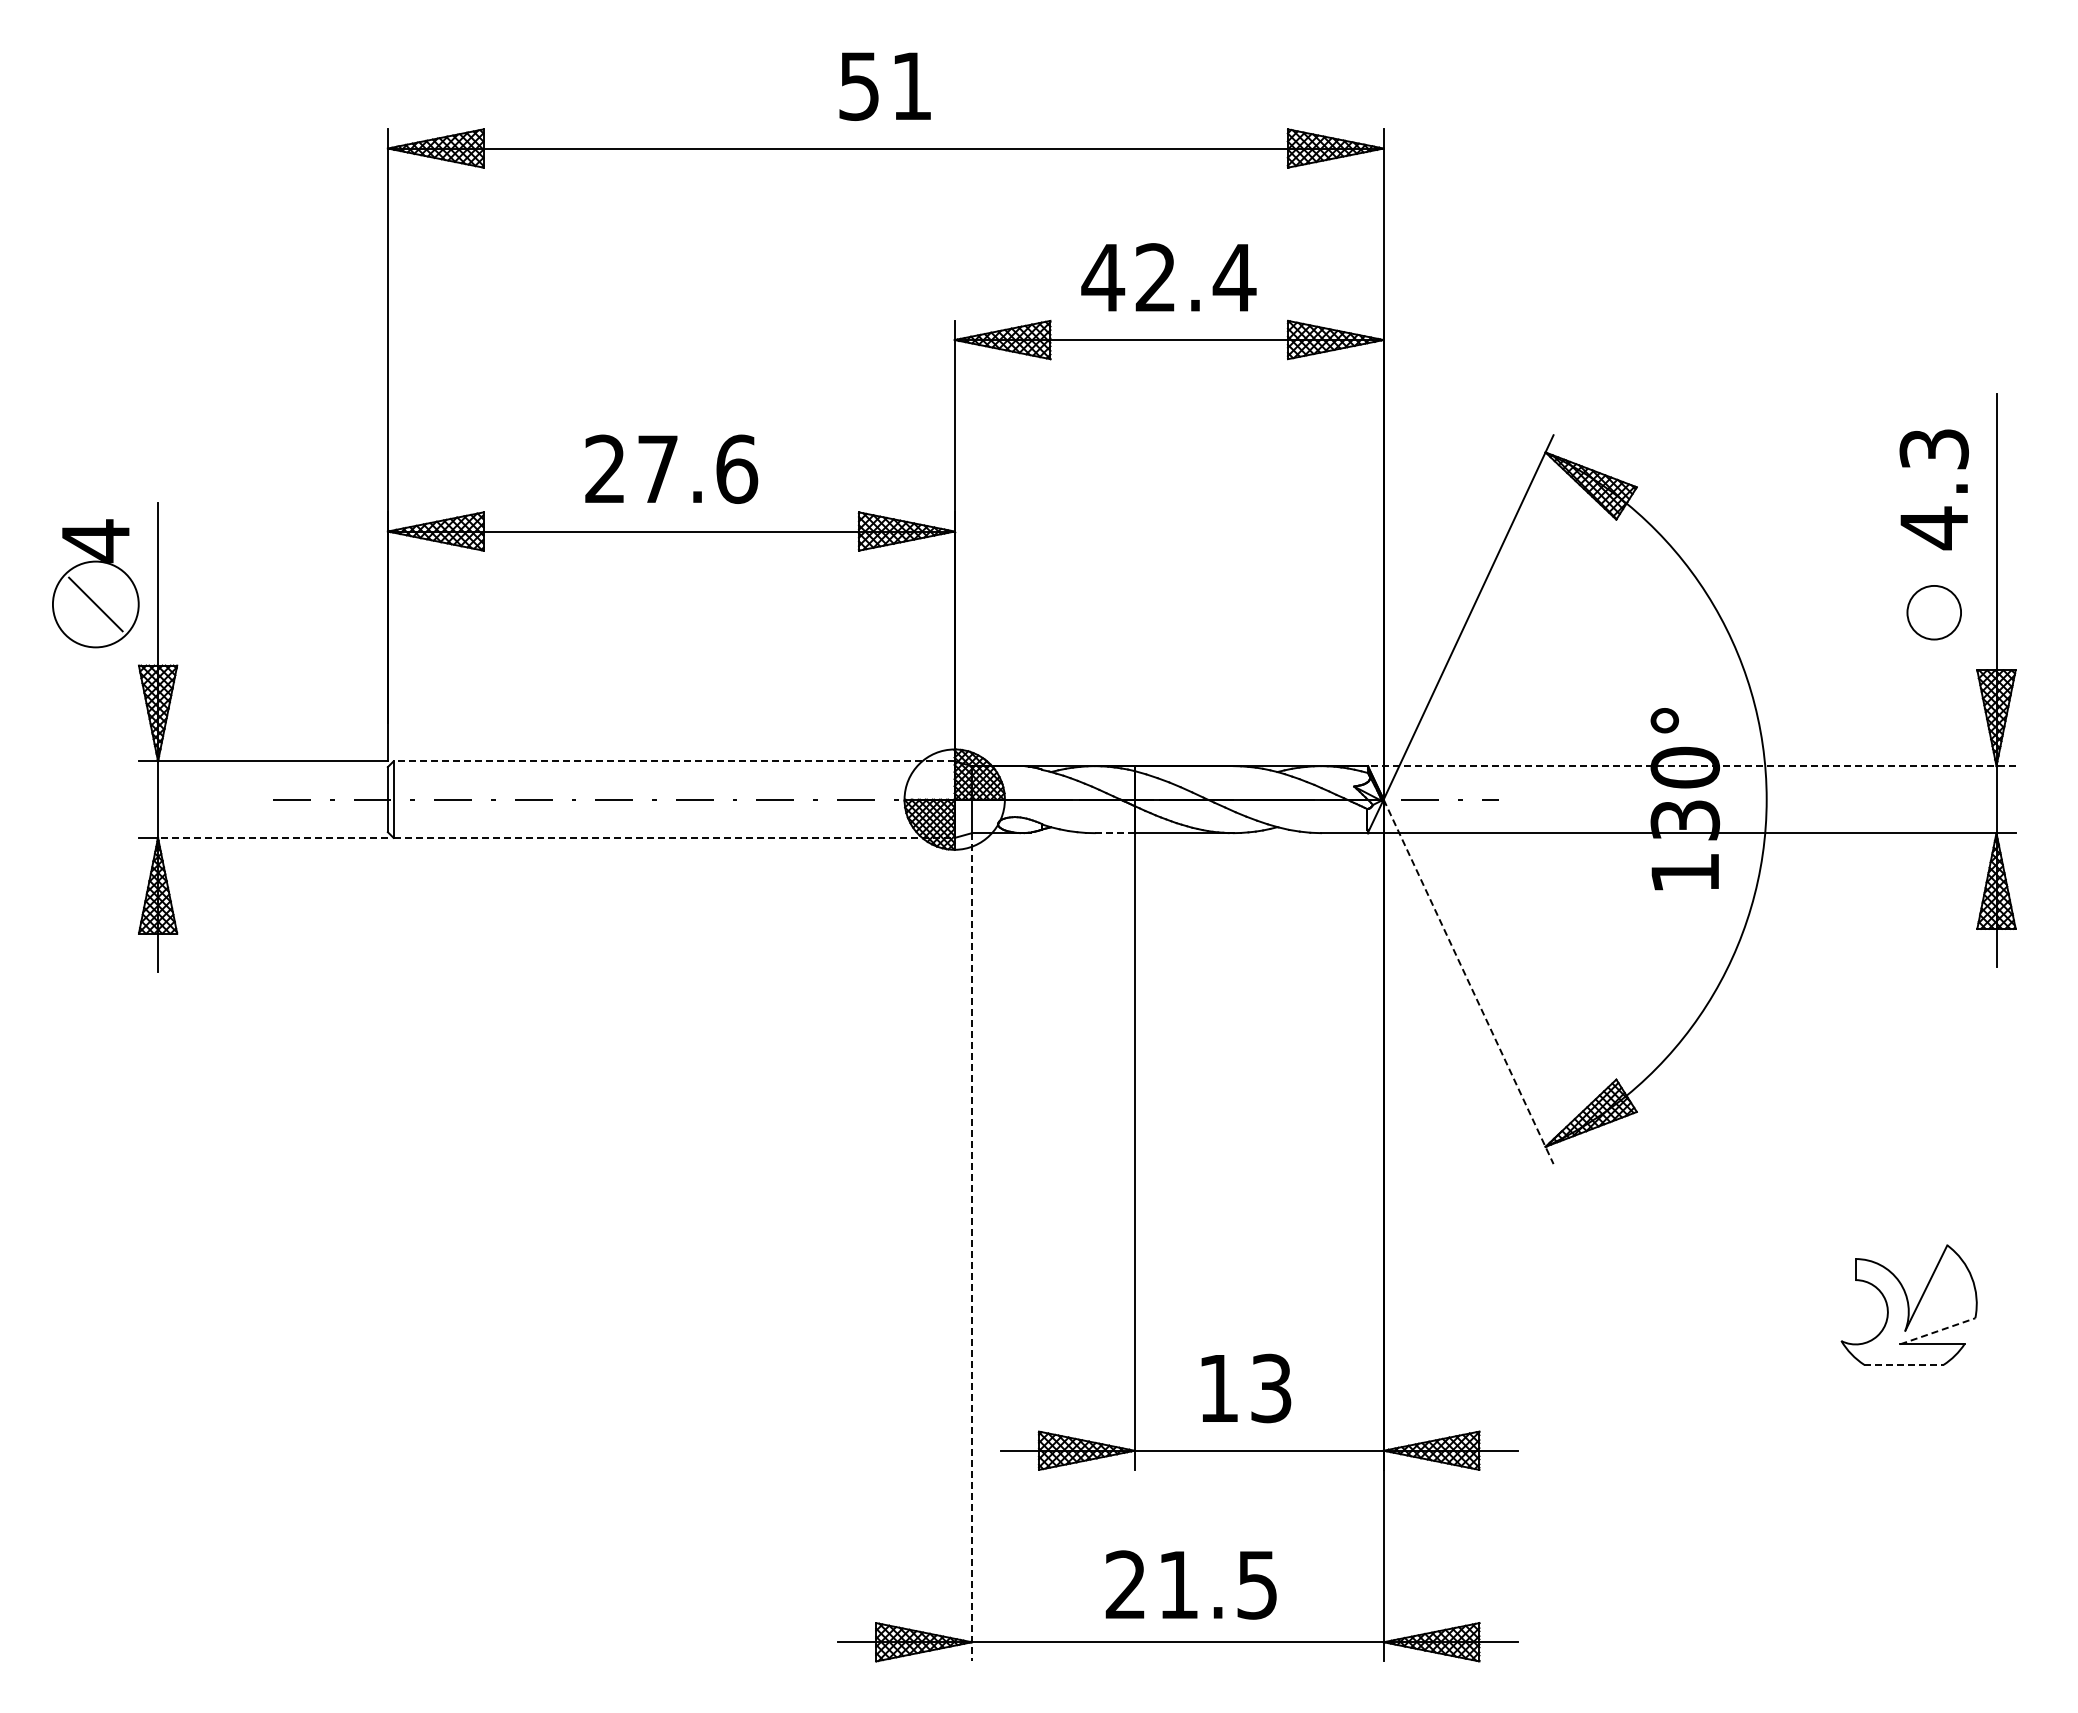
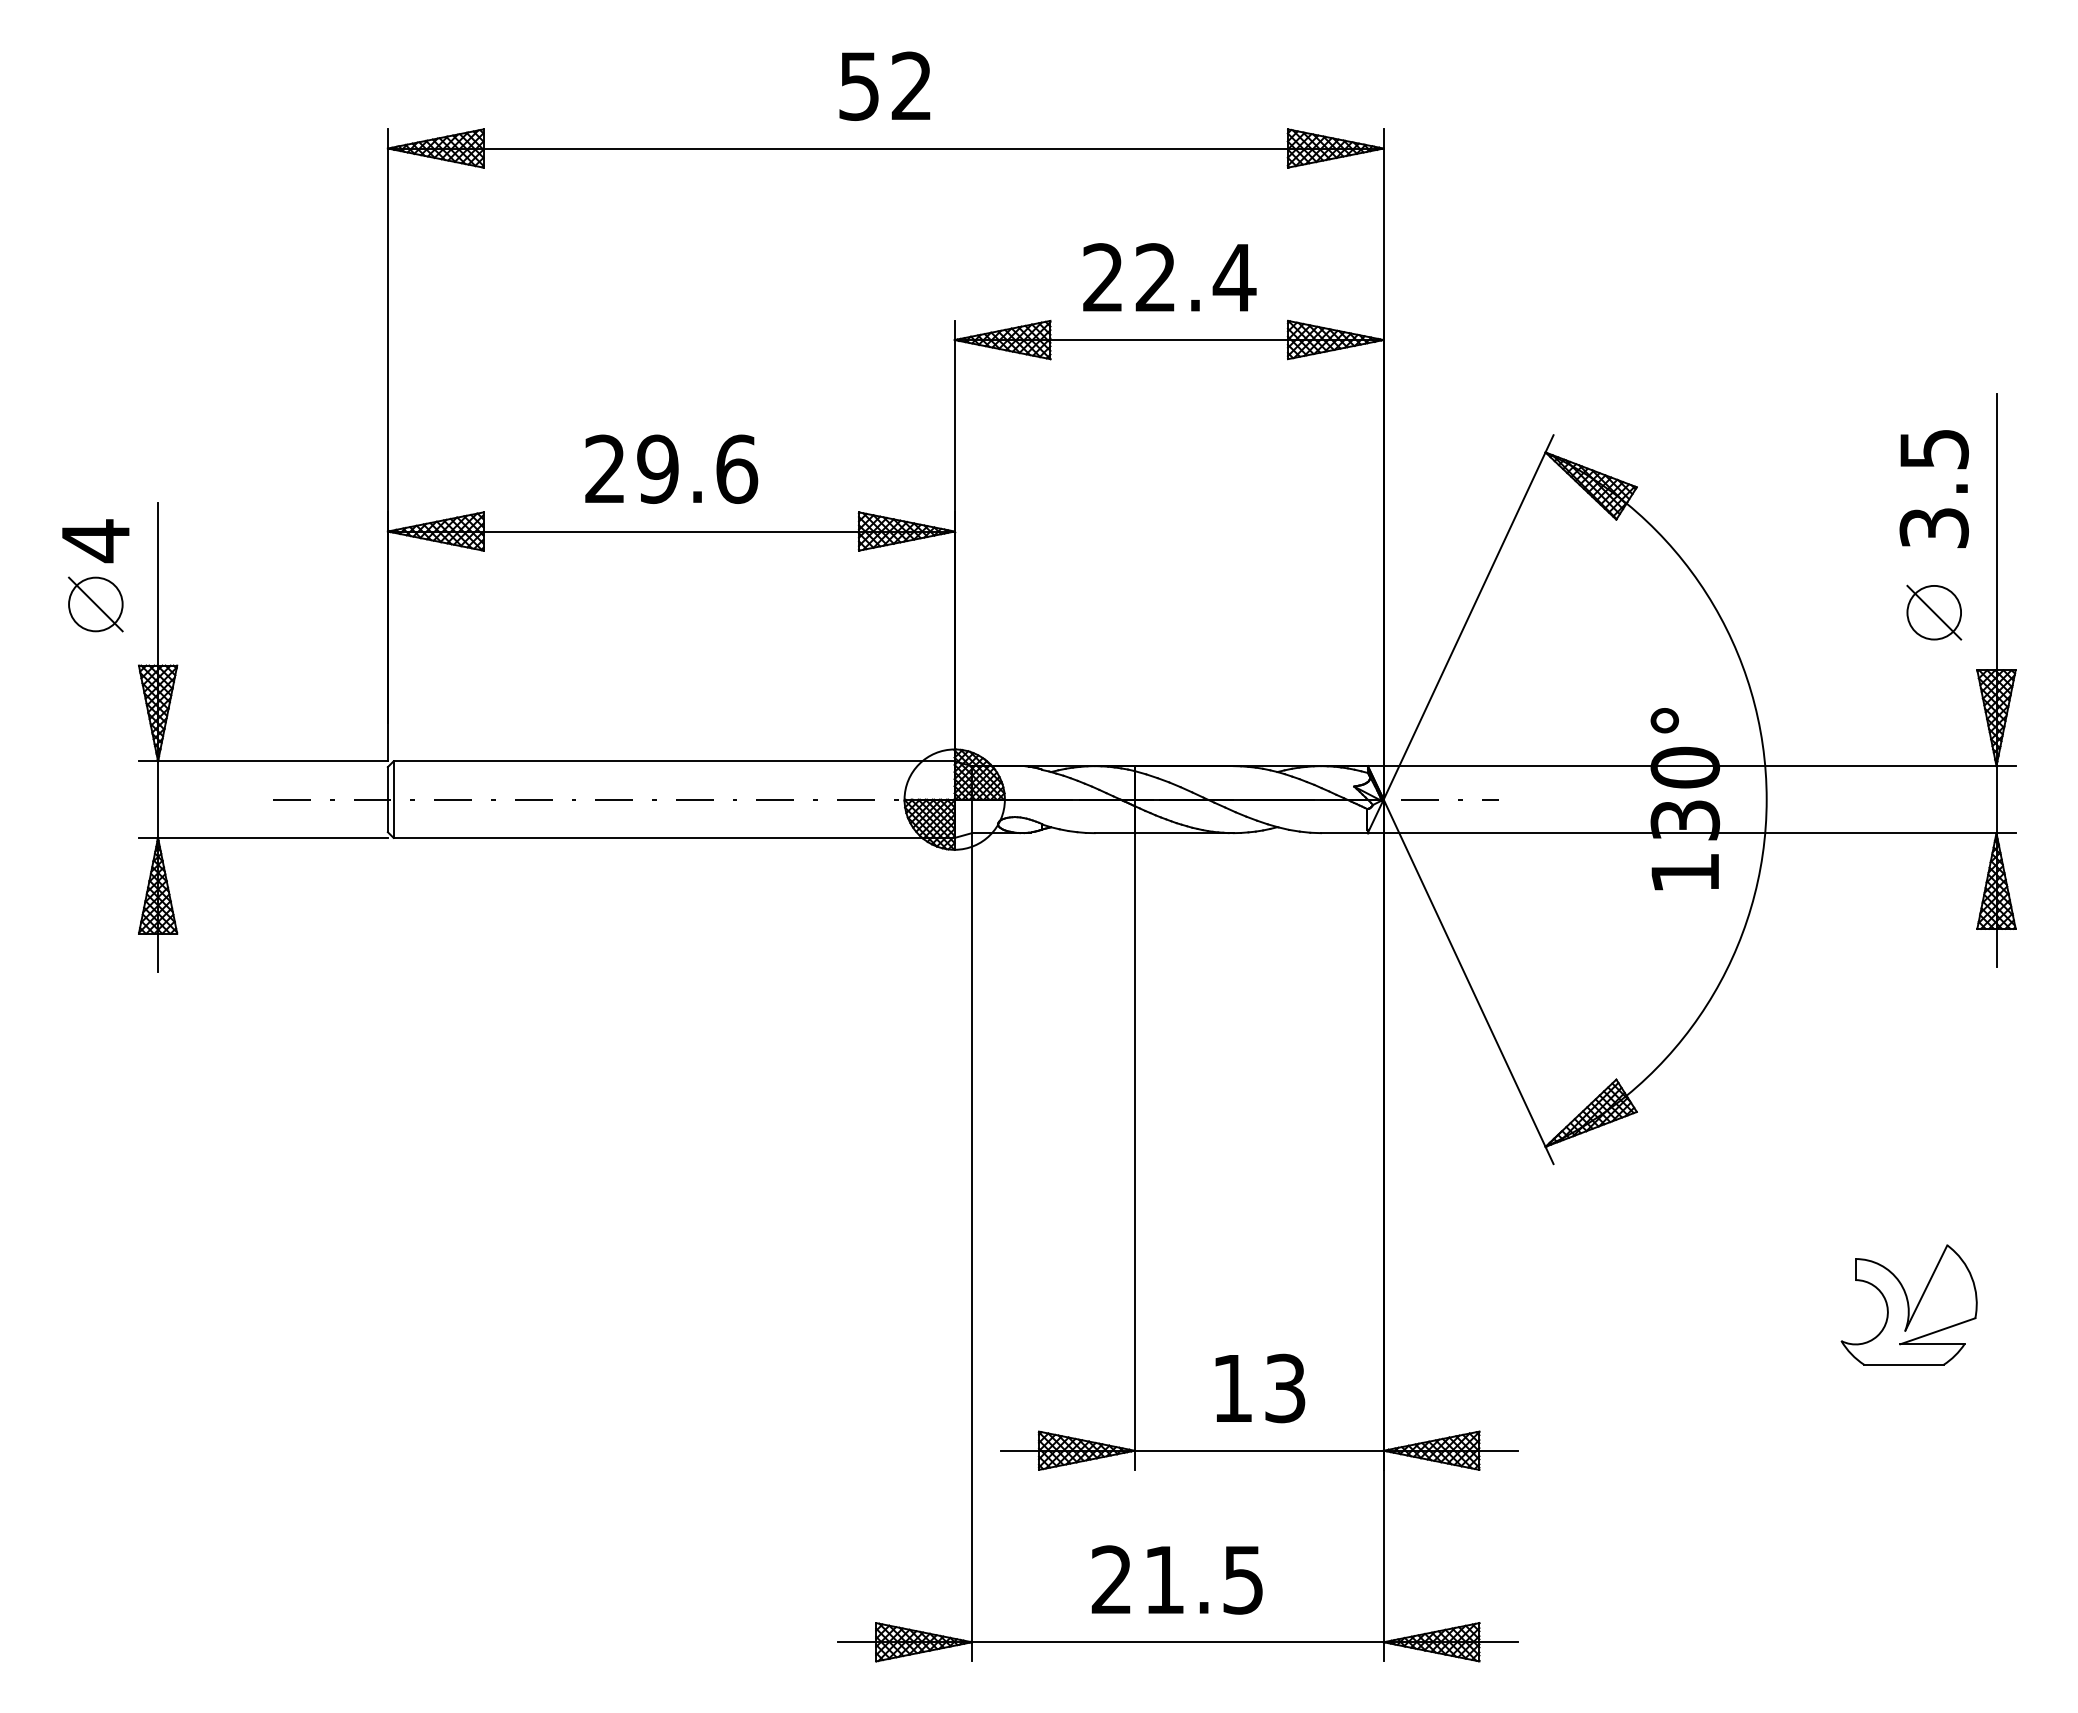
text at (910, 85): 51 -> 52
text at (1103, 277): 42.4 -> 22.4
text at (657, 468): 27.6 -> 29.6
text at (1933, 489): 4.3 -> 3.5
circle at (95, 604) diameter: 86 px -> 54 px
line at (1934, 612): none -> present
line at (674, 761): dashed -> solid
line at (1691, 766): dashed -> solid
line at (1115, 833): dashed -> solid
line at (272, 837): dashed -> solid
line at (674, 837): dashed -> solid
line at (1468, 982): dashed -> solid
line at (971, 1247): dashed -> solid
line at (1937, 1331): dashed -> solid
line at (1904, 1364): dashed -> solid
text at (1246, 1388) position: (1246, 1388) -> (1260, 1388)
text at (1190, 1584) position: (1190, 1584) -> (1176, 1579)
